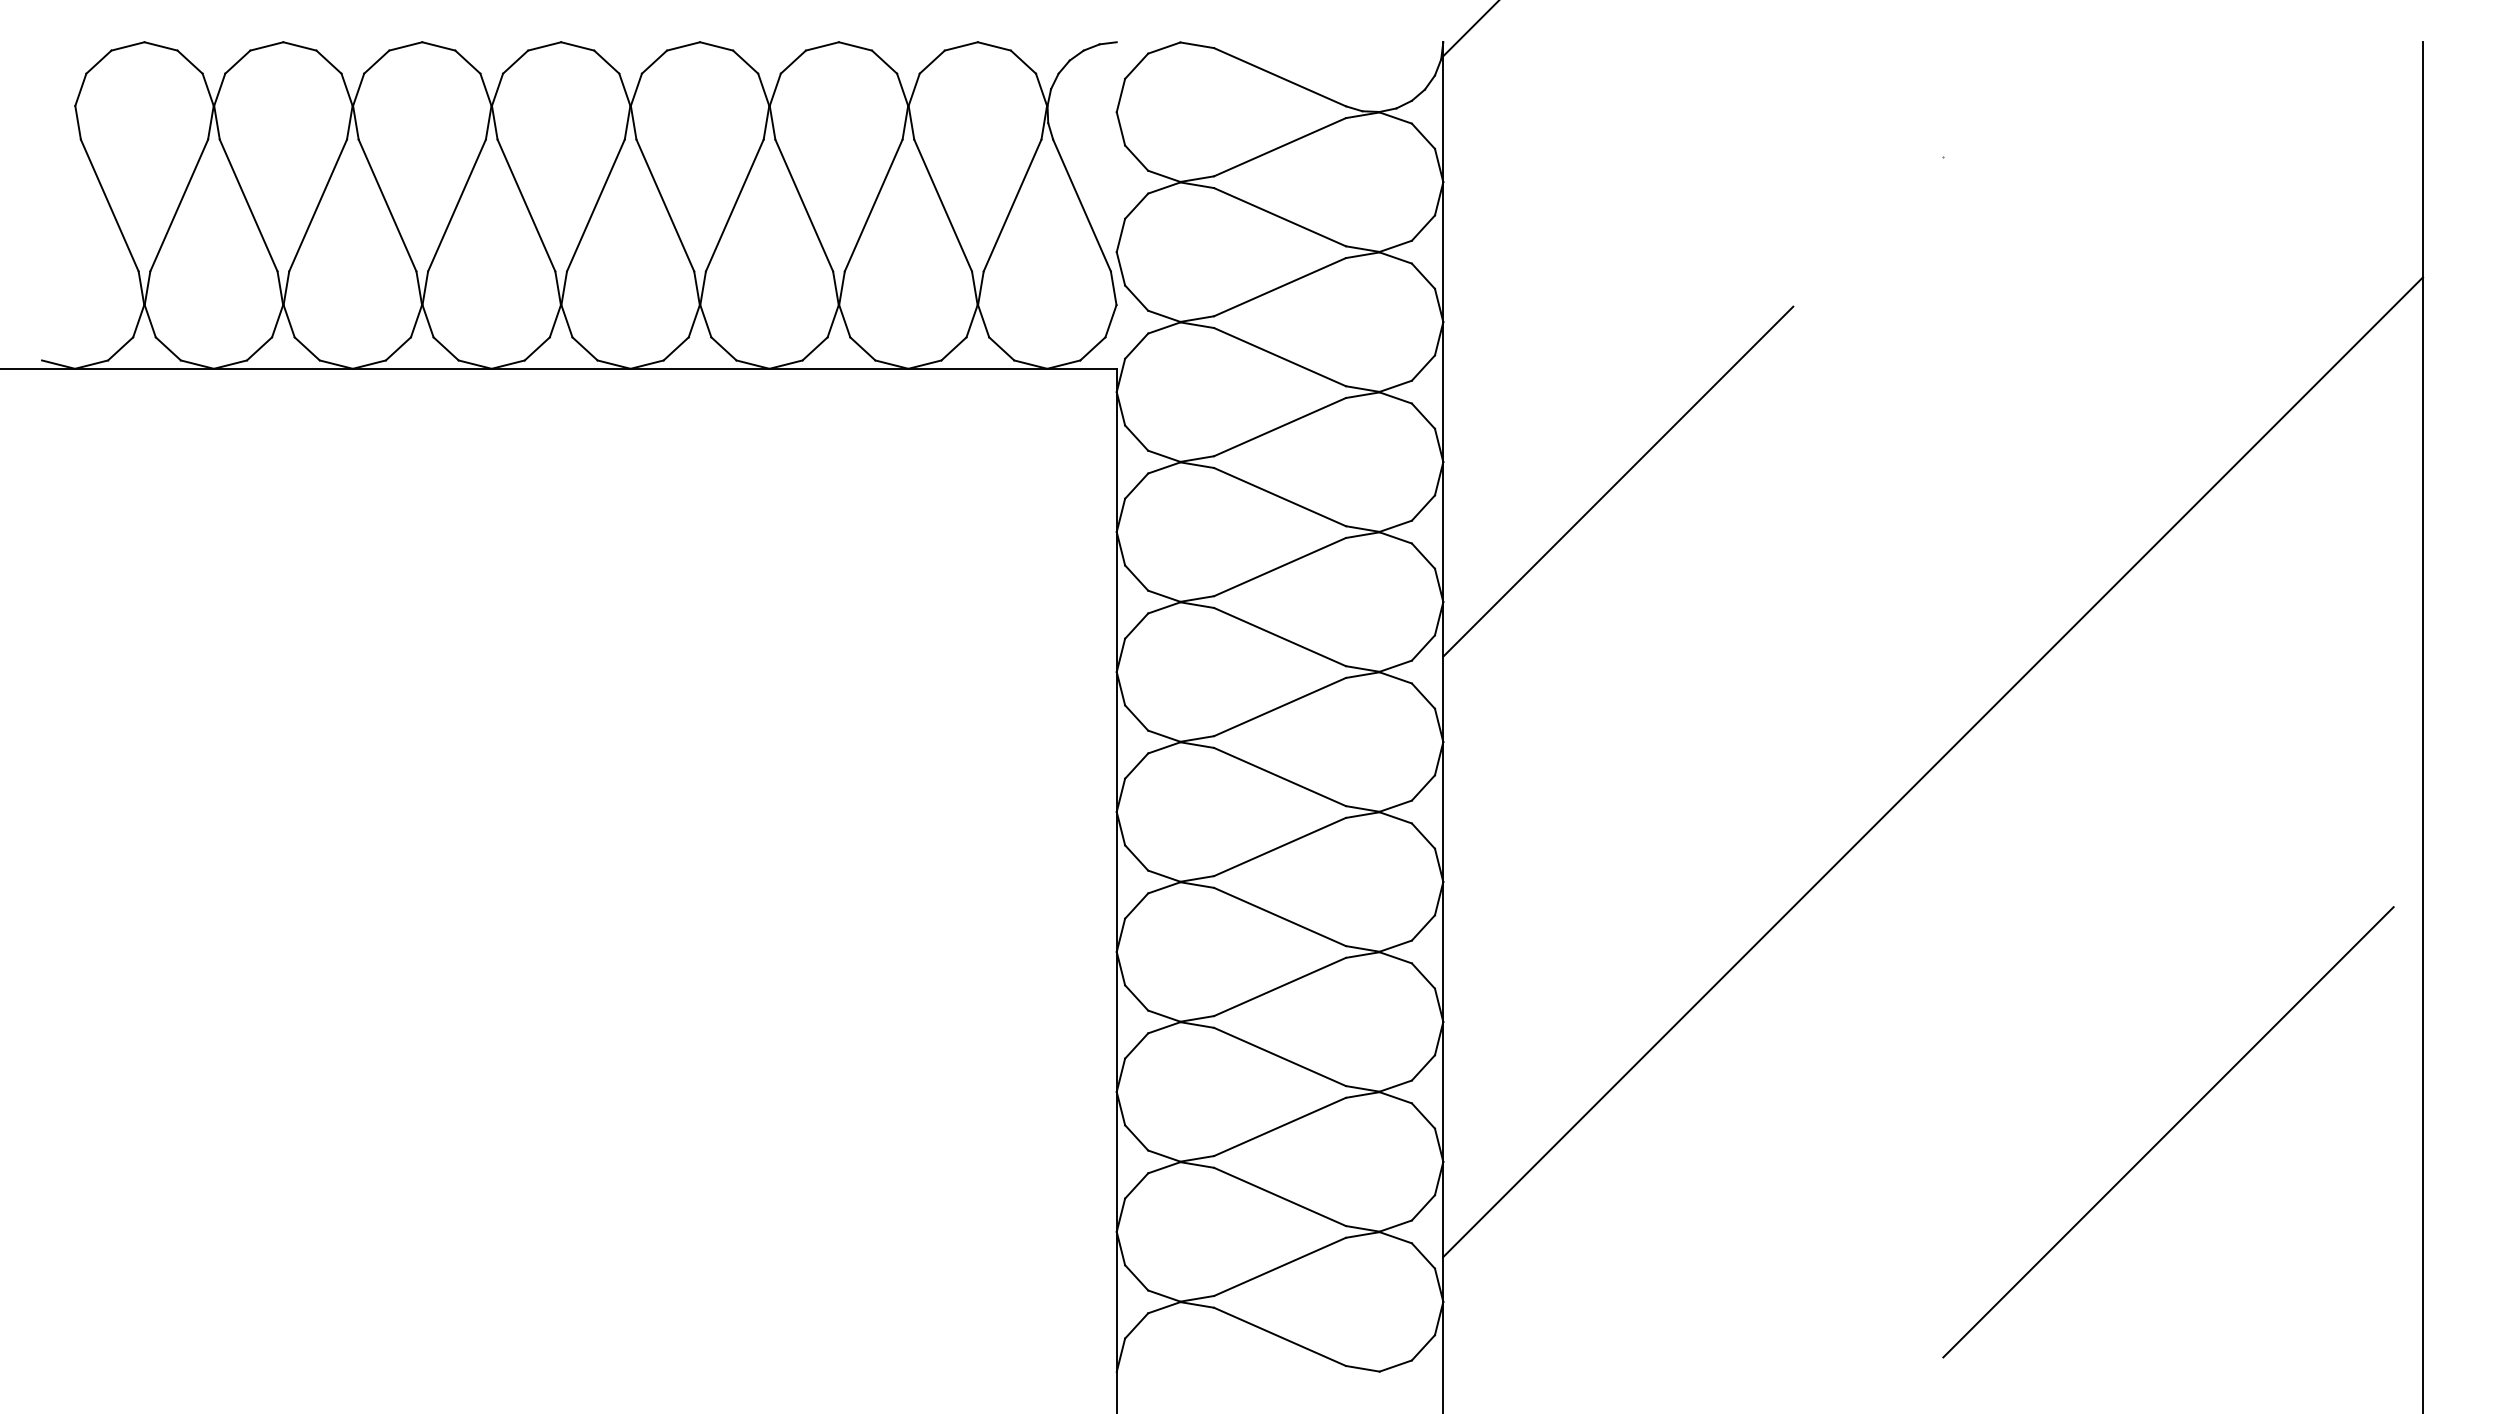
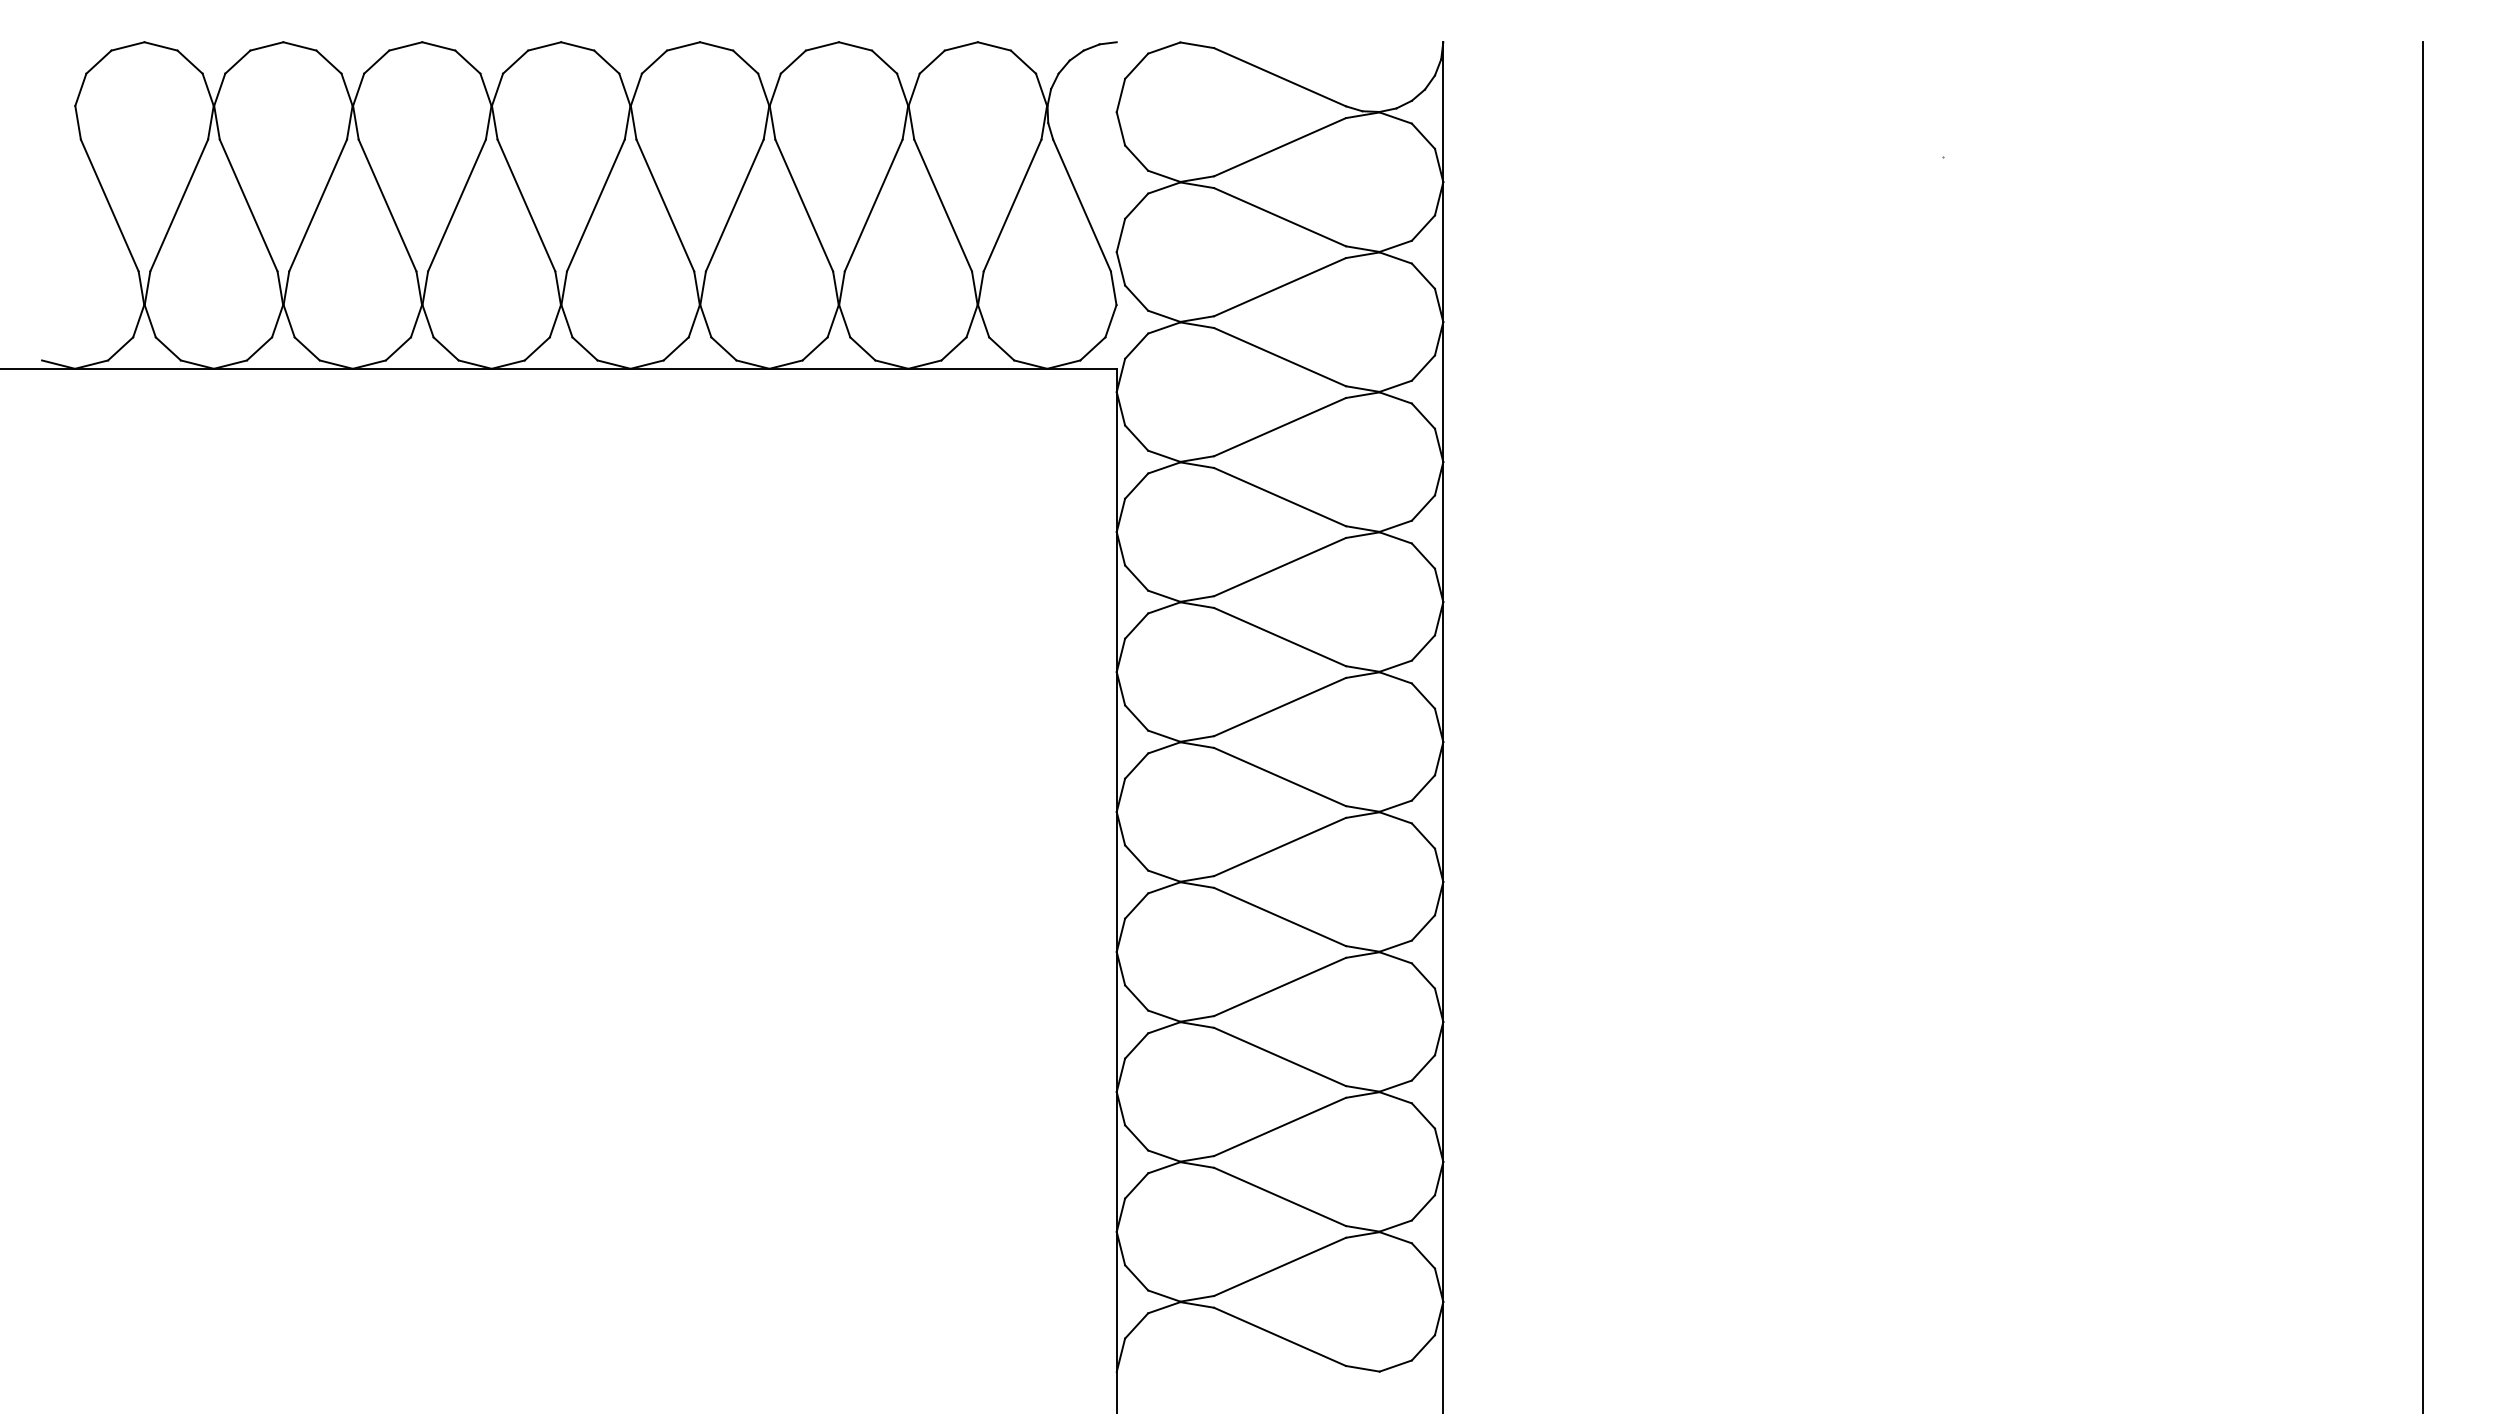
line at (1470, 29): present -> none
line at (1618, 481): present -> none
line at (1933, 767): present -> none
line at (2168, 1132): present -> none
